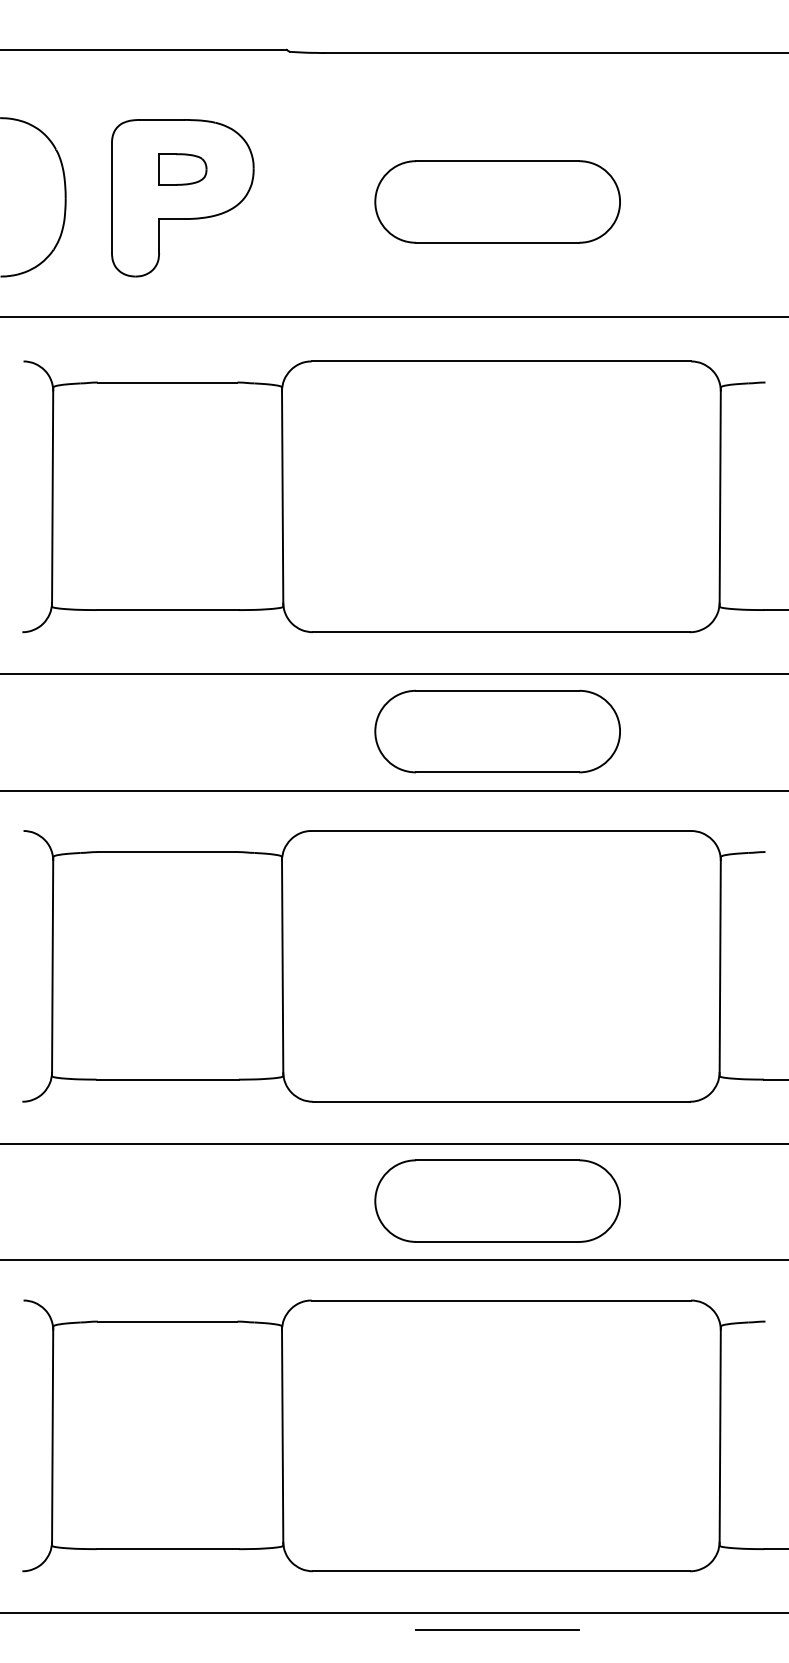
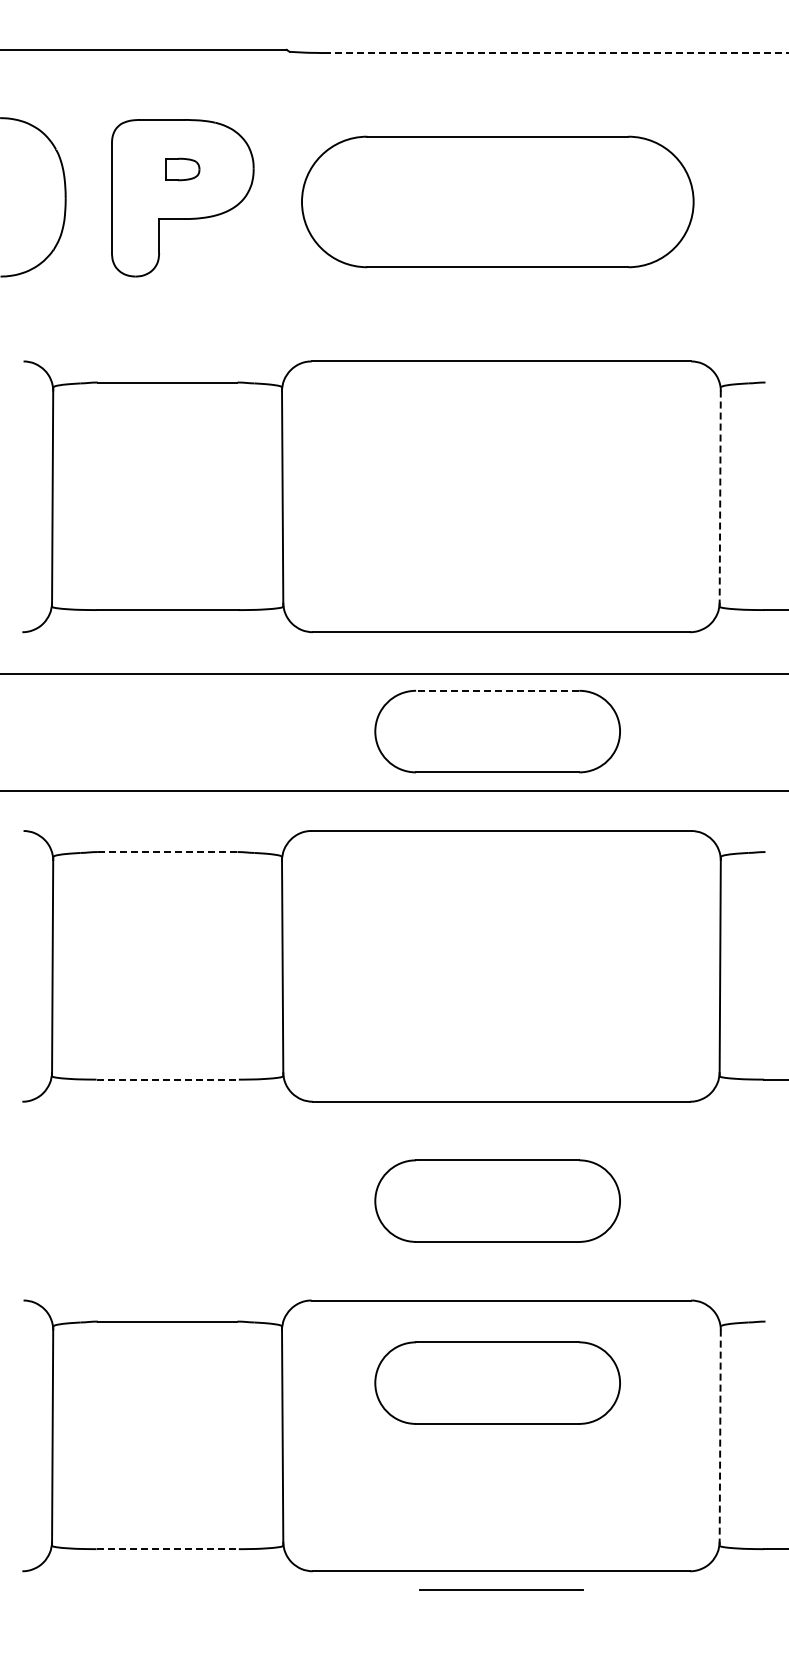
line at (556, 53): solid -> dashed
part at (182, 169) size: 50x33 px -> 36x25 px
part at (497, 201) size: 247x84 px -> 394x134 px
line at (393, 316): present -> none
line at (720, 496): solid -> dashed
line at (497, 690): solid -> dashed
line at (167, 852): solid -> dashed
line at (168, 1079): solid -> dashed
line at (393, 1143): present -> none
line at (393, 1260): present -> none
part at (497, 1382): none -> present
line at (720, 1436): solid -> dashed
line at (168, 1549): solid -> dashed
line at (393, 1613): present -> none
line at (497, 1629) position: (497, 1629) -> (501, 1589)
